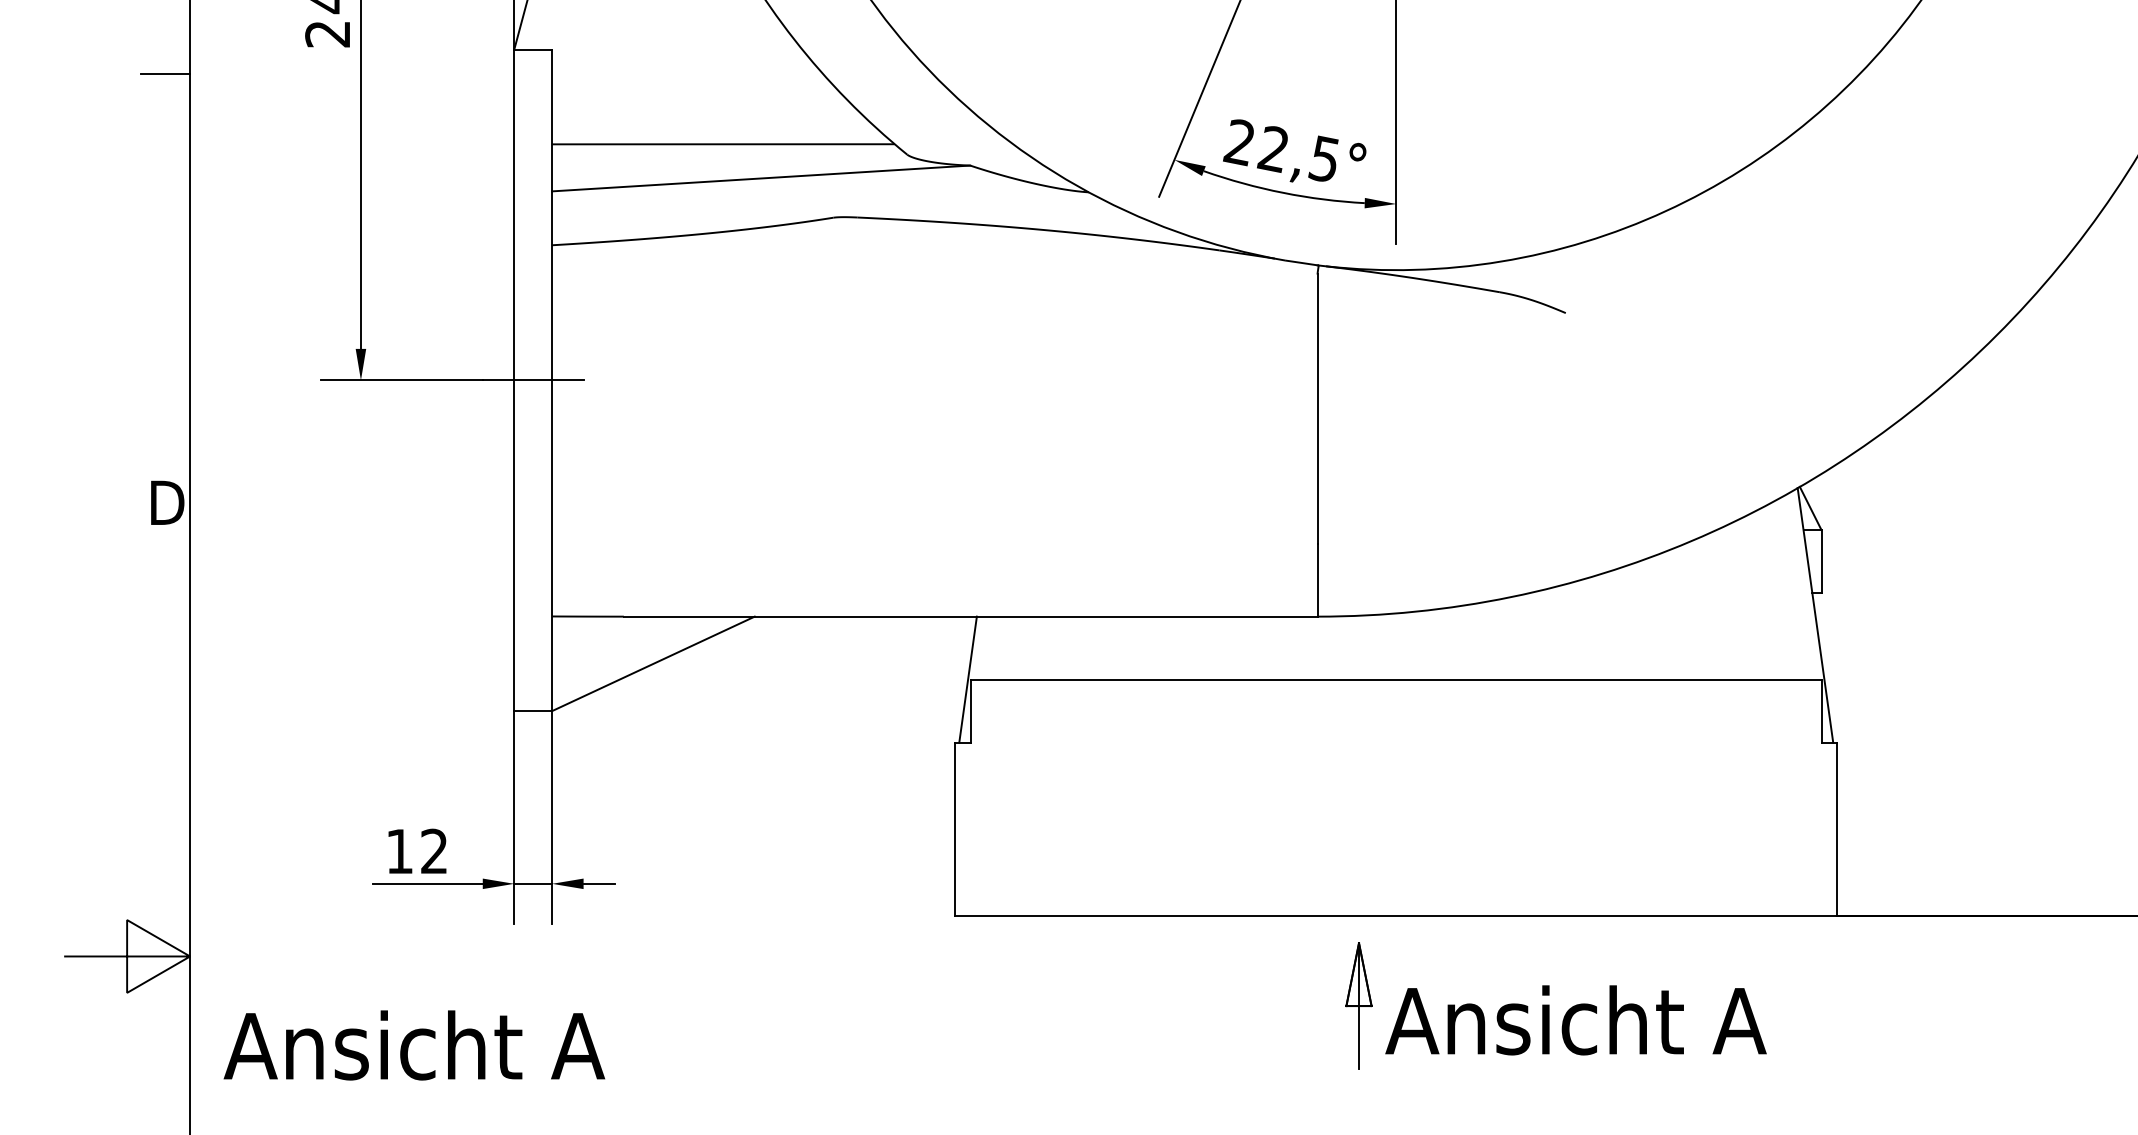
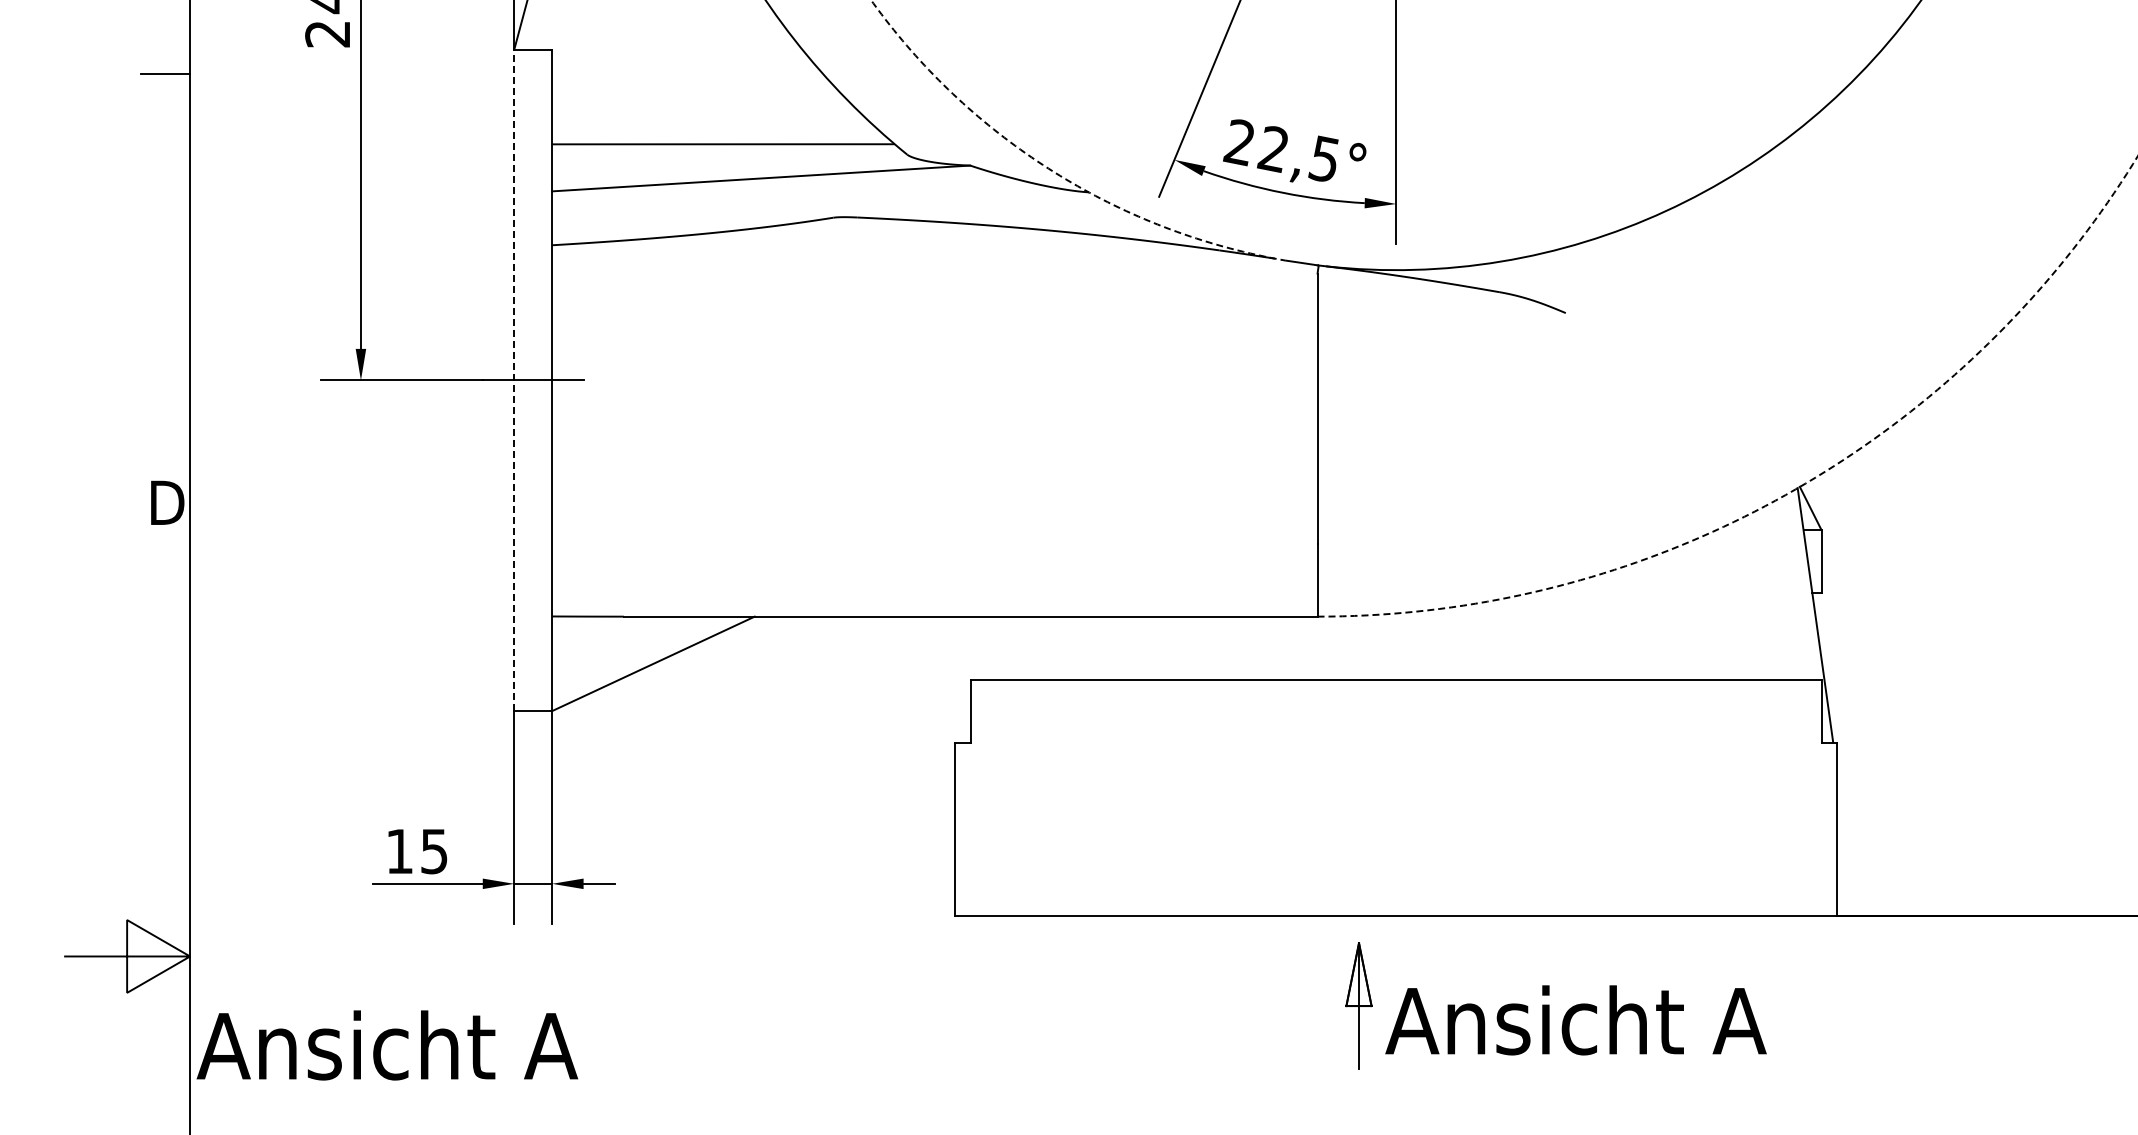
arc at (1054, 172): solid -> dashed
line at (514, 380): solid -> dashed
arc at (1792, 491): solid -> dashed
line at (967, 679): present -> none
text at (434, 851): 12 -> 15
text at (413, 1045) position: (413, 1045) -> (386, 1045)
